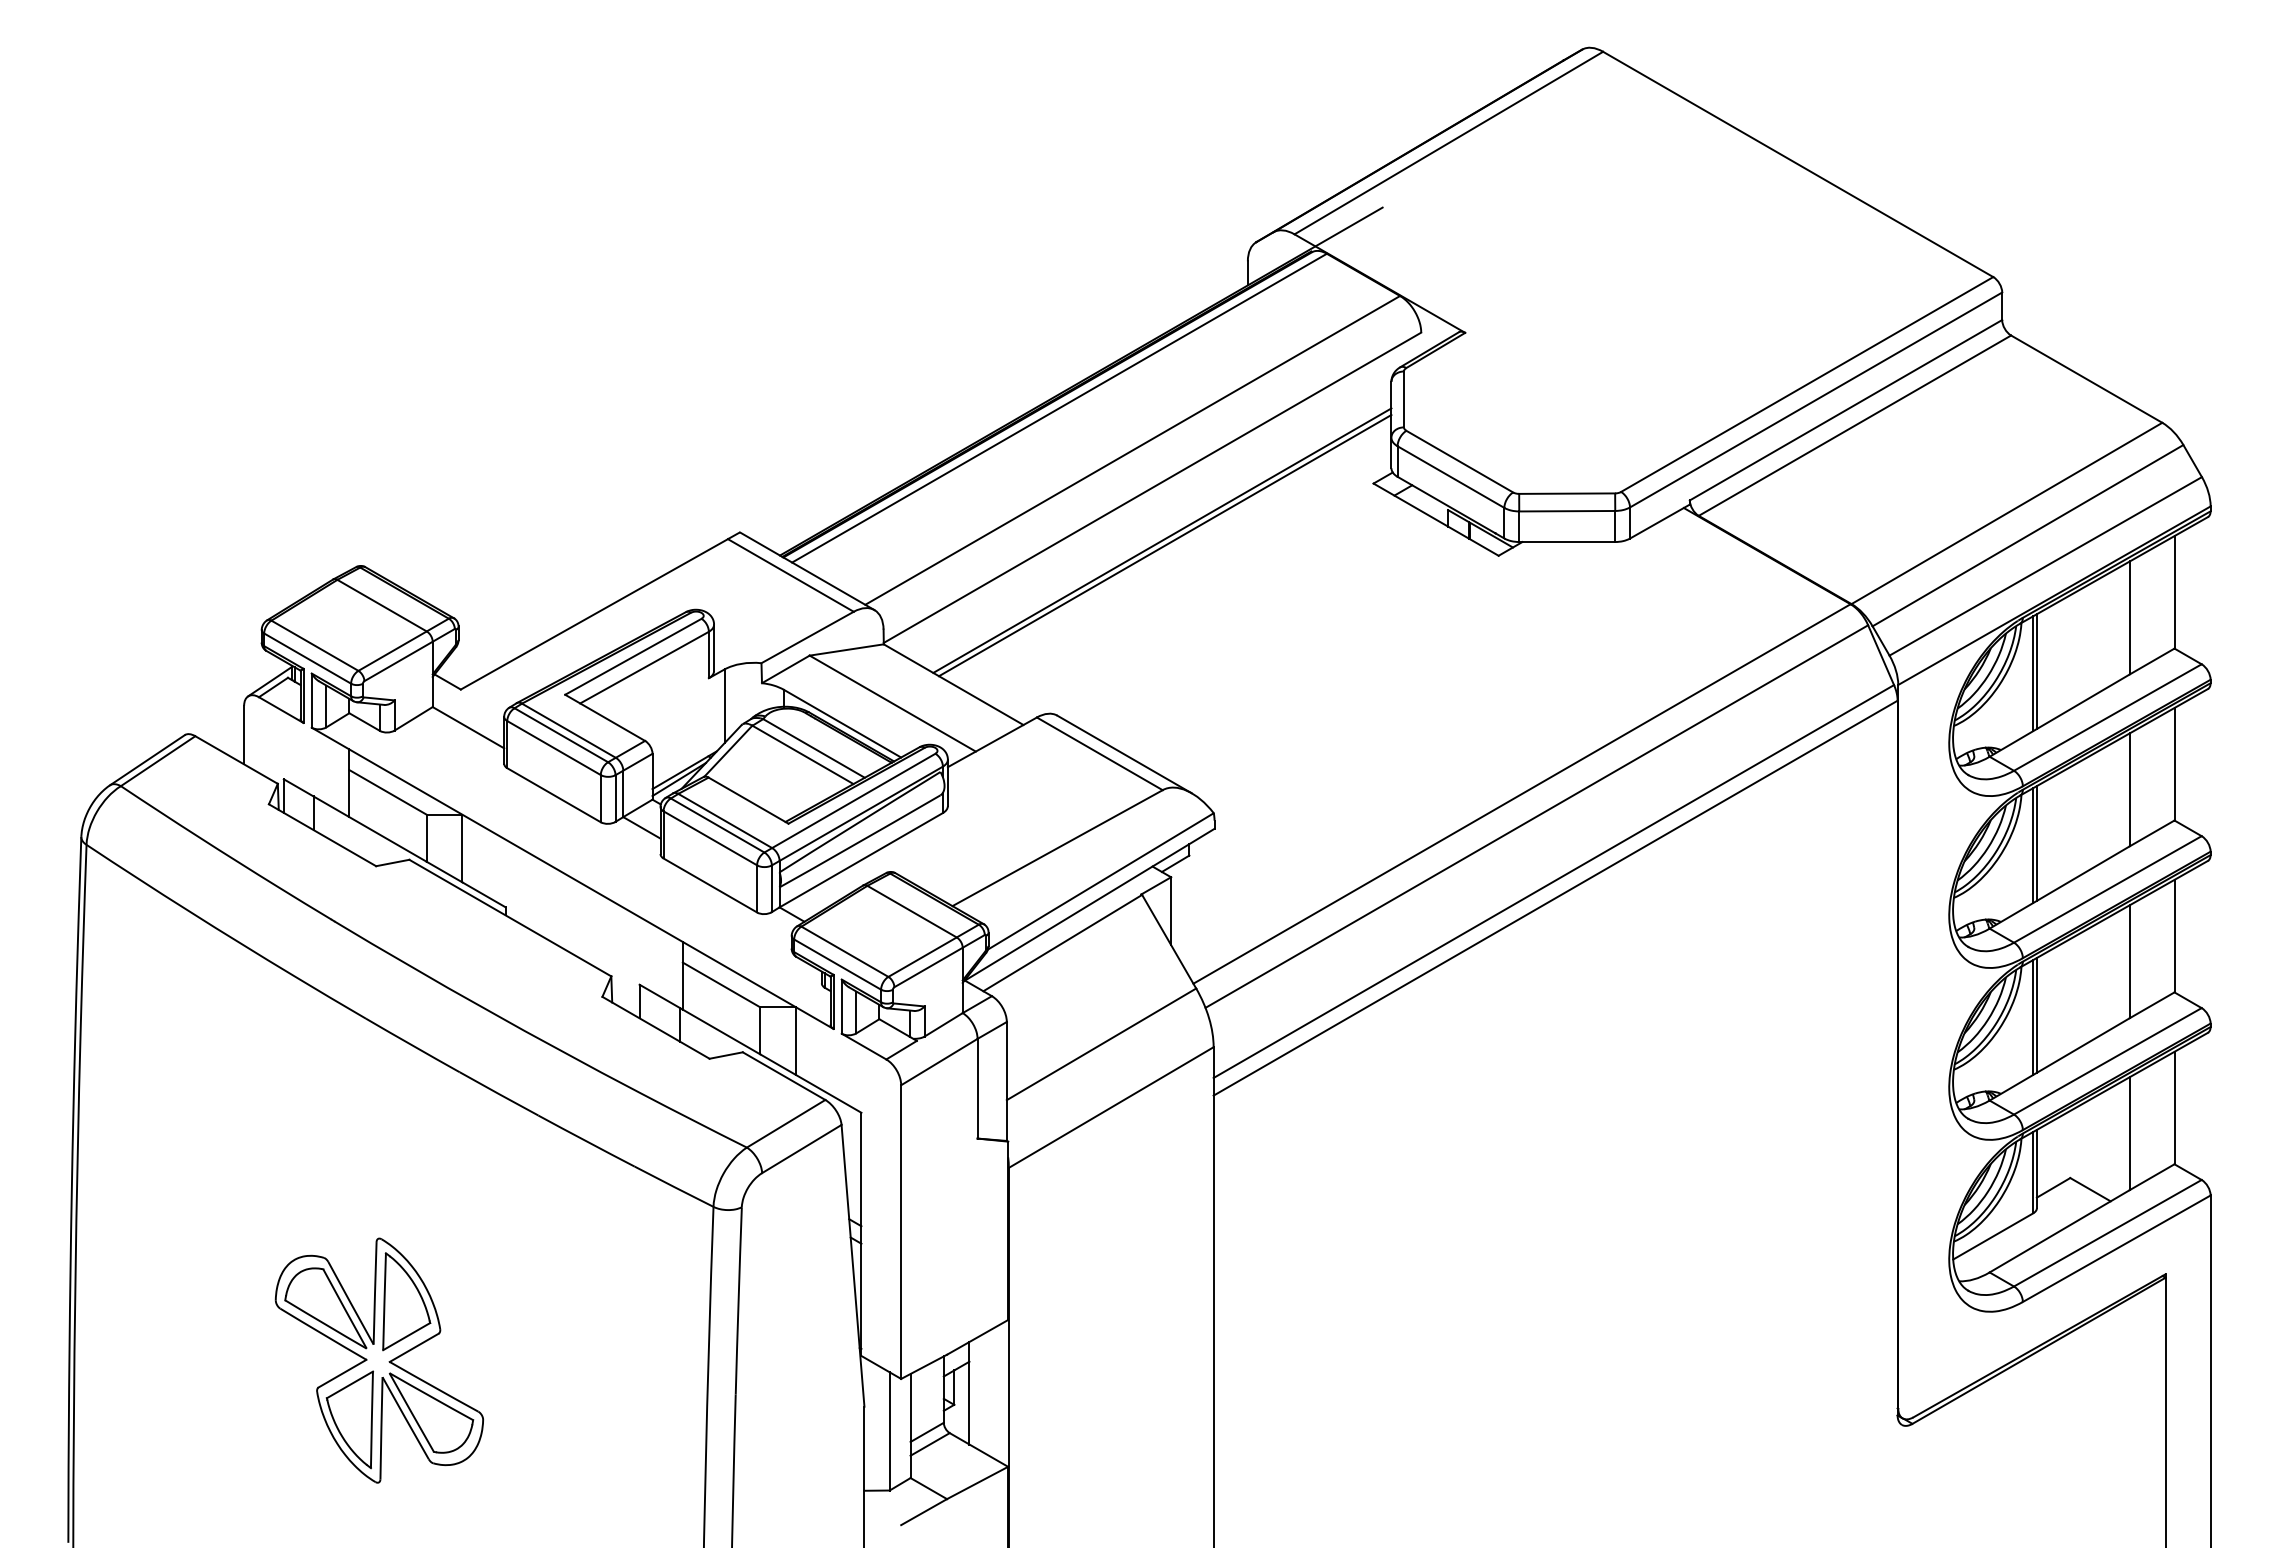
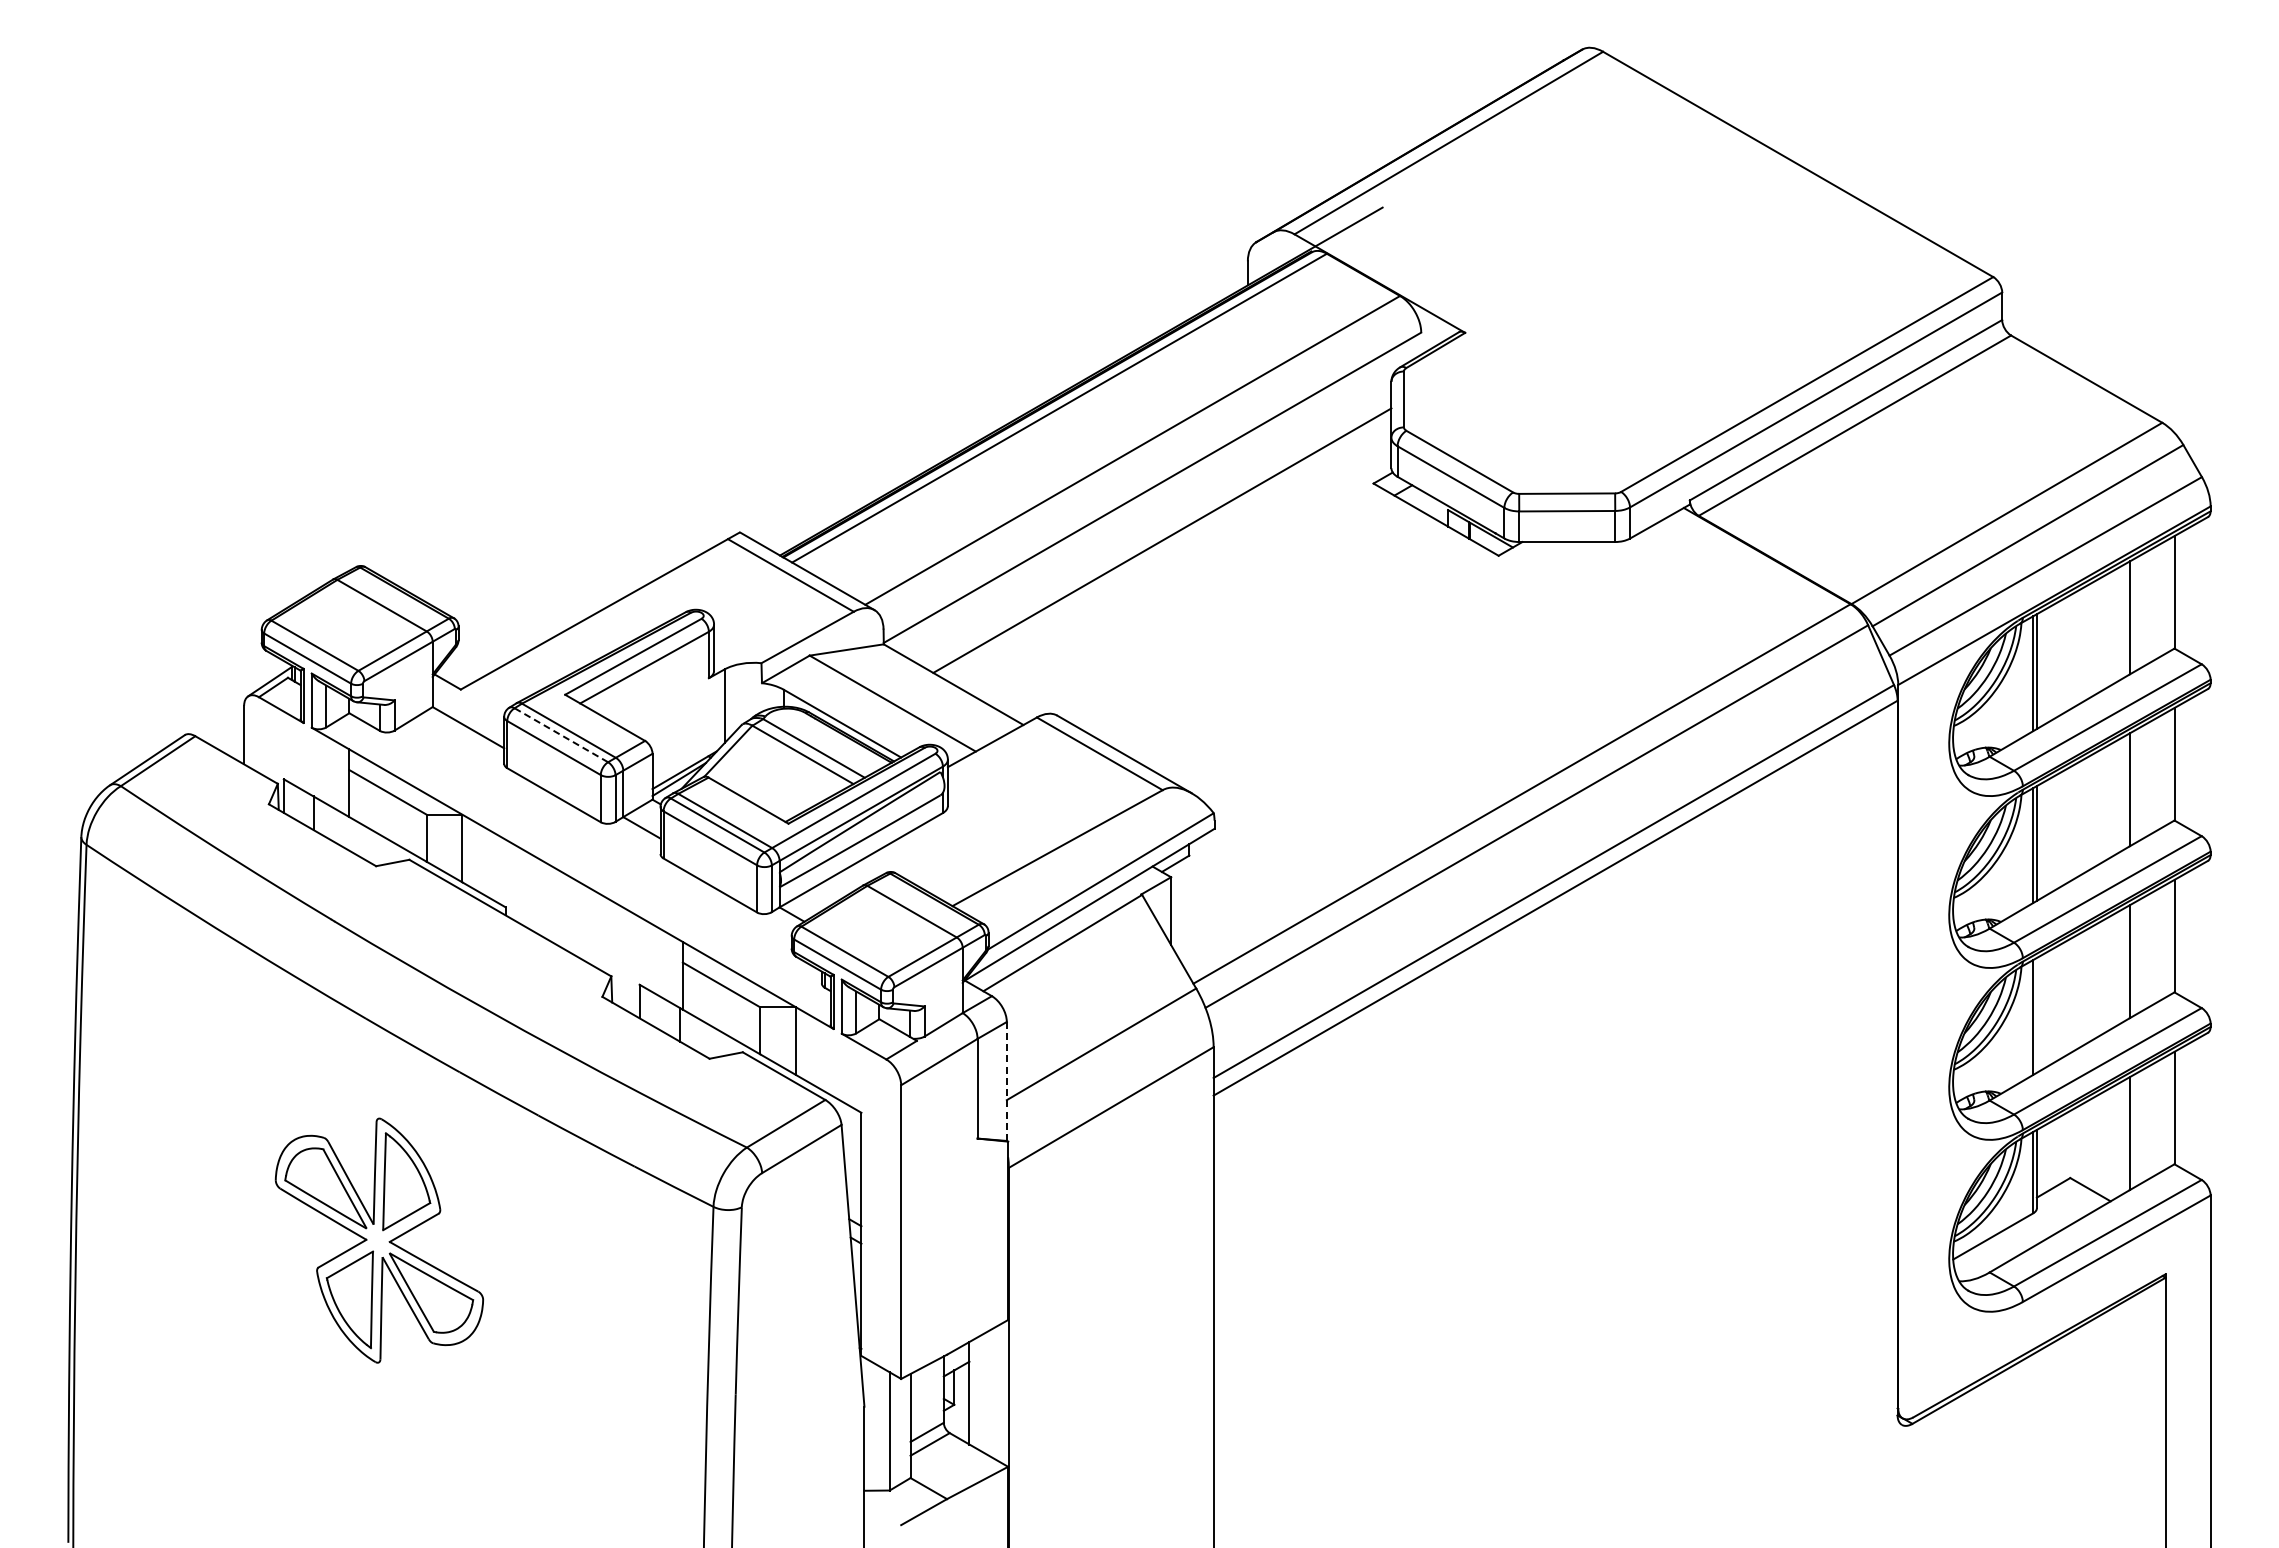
line at (1165, 545): present -> none
line at (561, 735): solid -> dashed
line at (2036, 1014): present -> none
line at (1006, 1080): solid -> dashed
part at (378, 1360) position: (378, 1360) -> (378, 1240)
